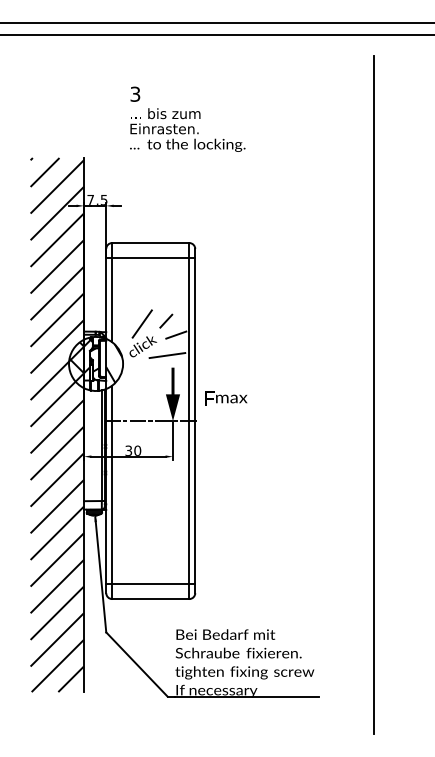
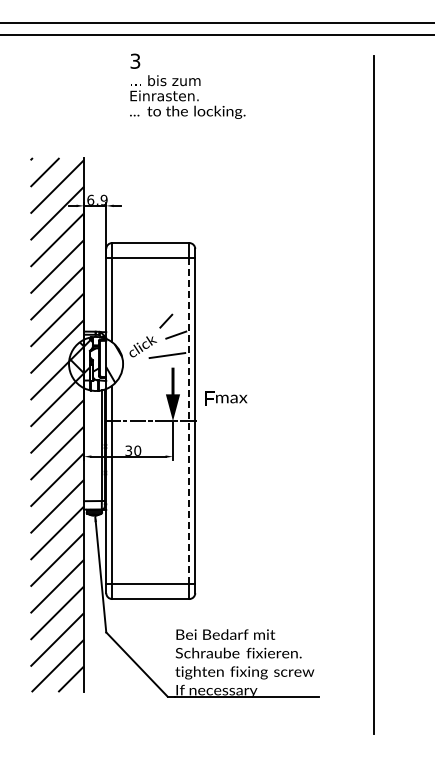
text at (187, 118) position: (187, 118) -> (187, 85)
text at (97, 199): 7,5 -> 6,9
line at (141, 323): present -> none
line at (189, 421): solid -> dashed
